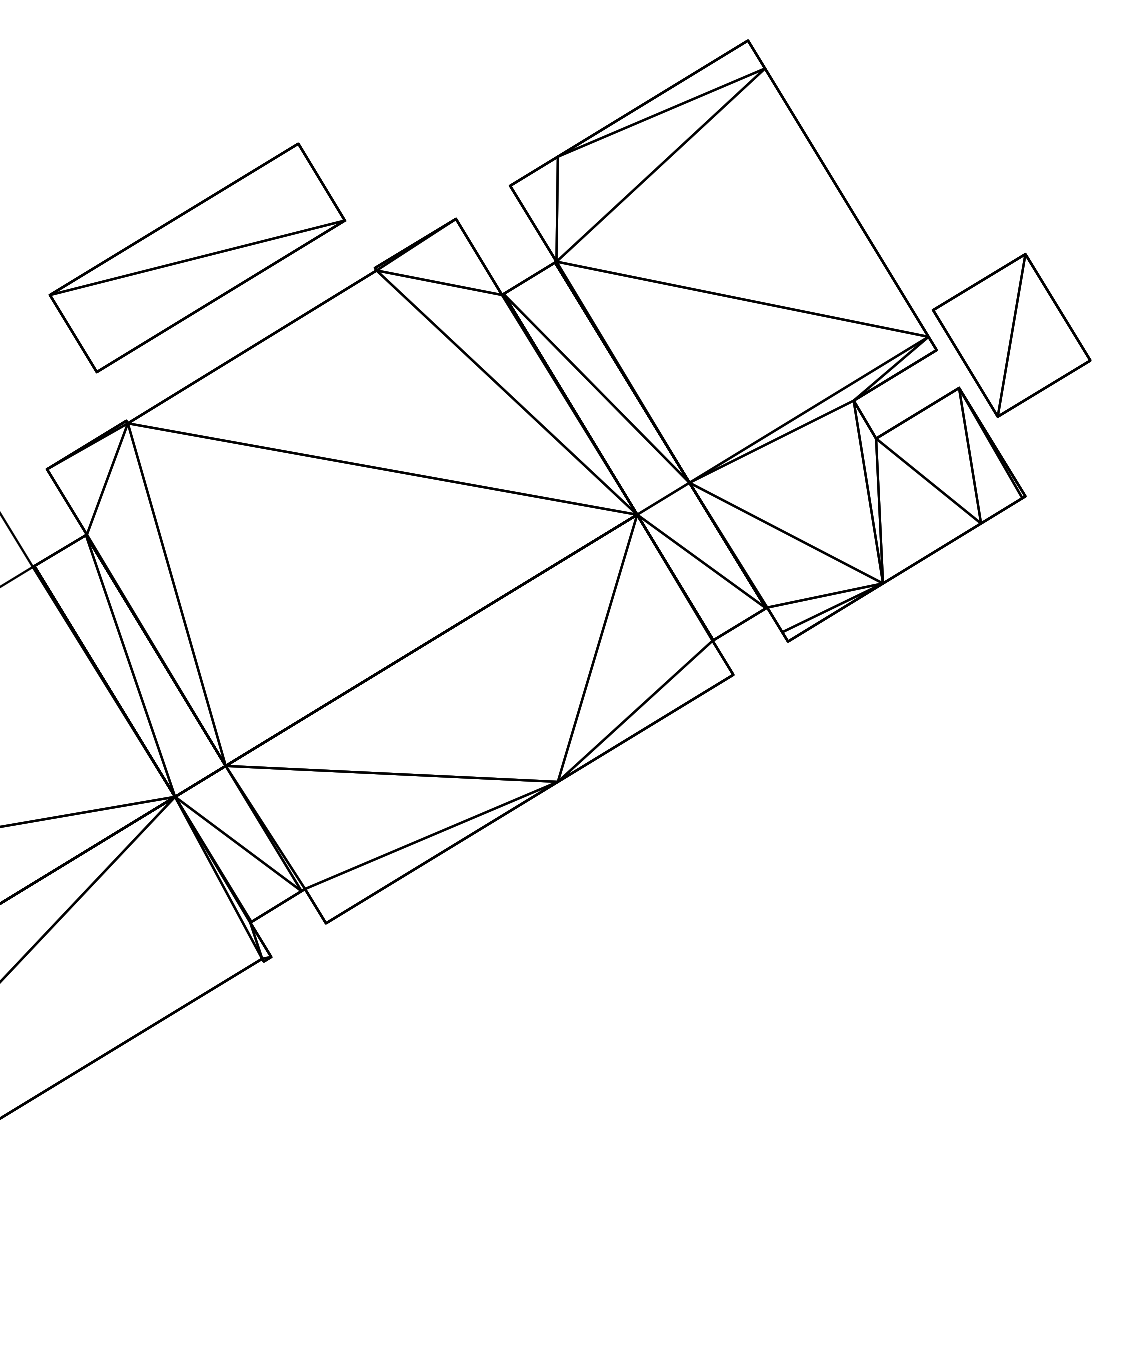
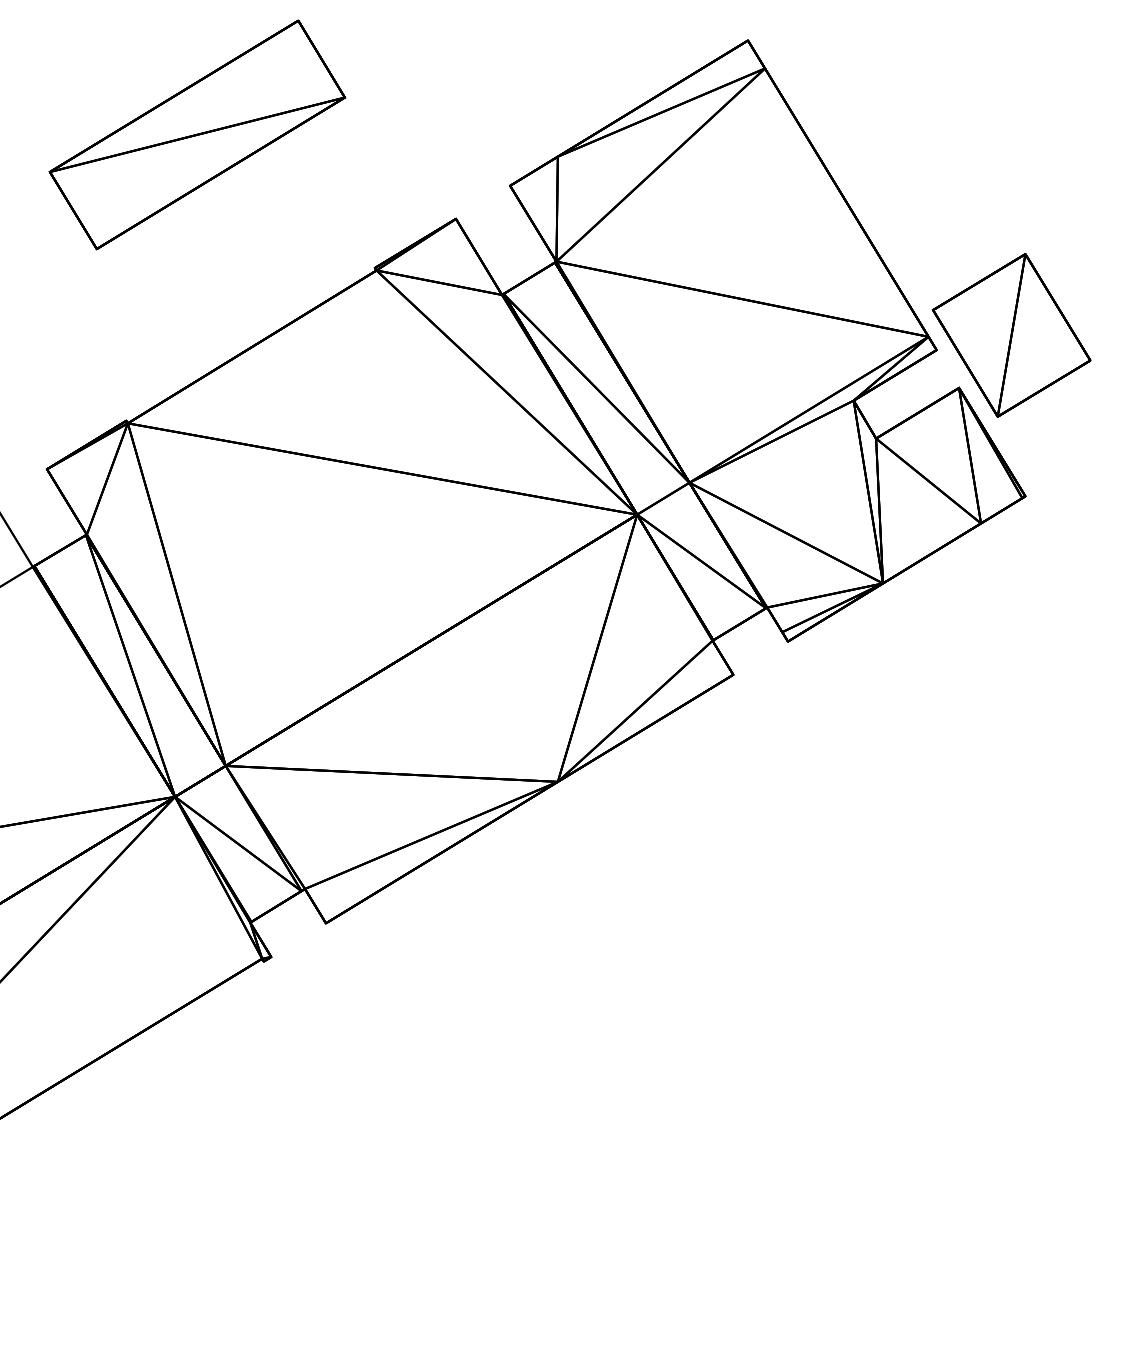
part at (197, 257) position: (197, 257) -> (197, 134)
